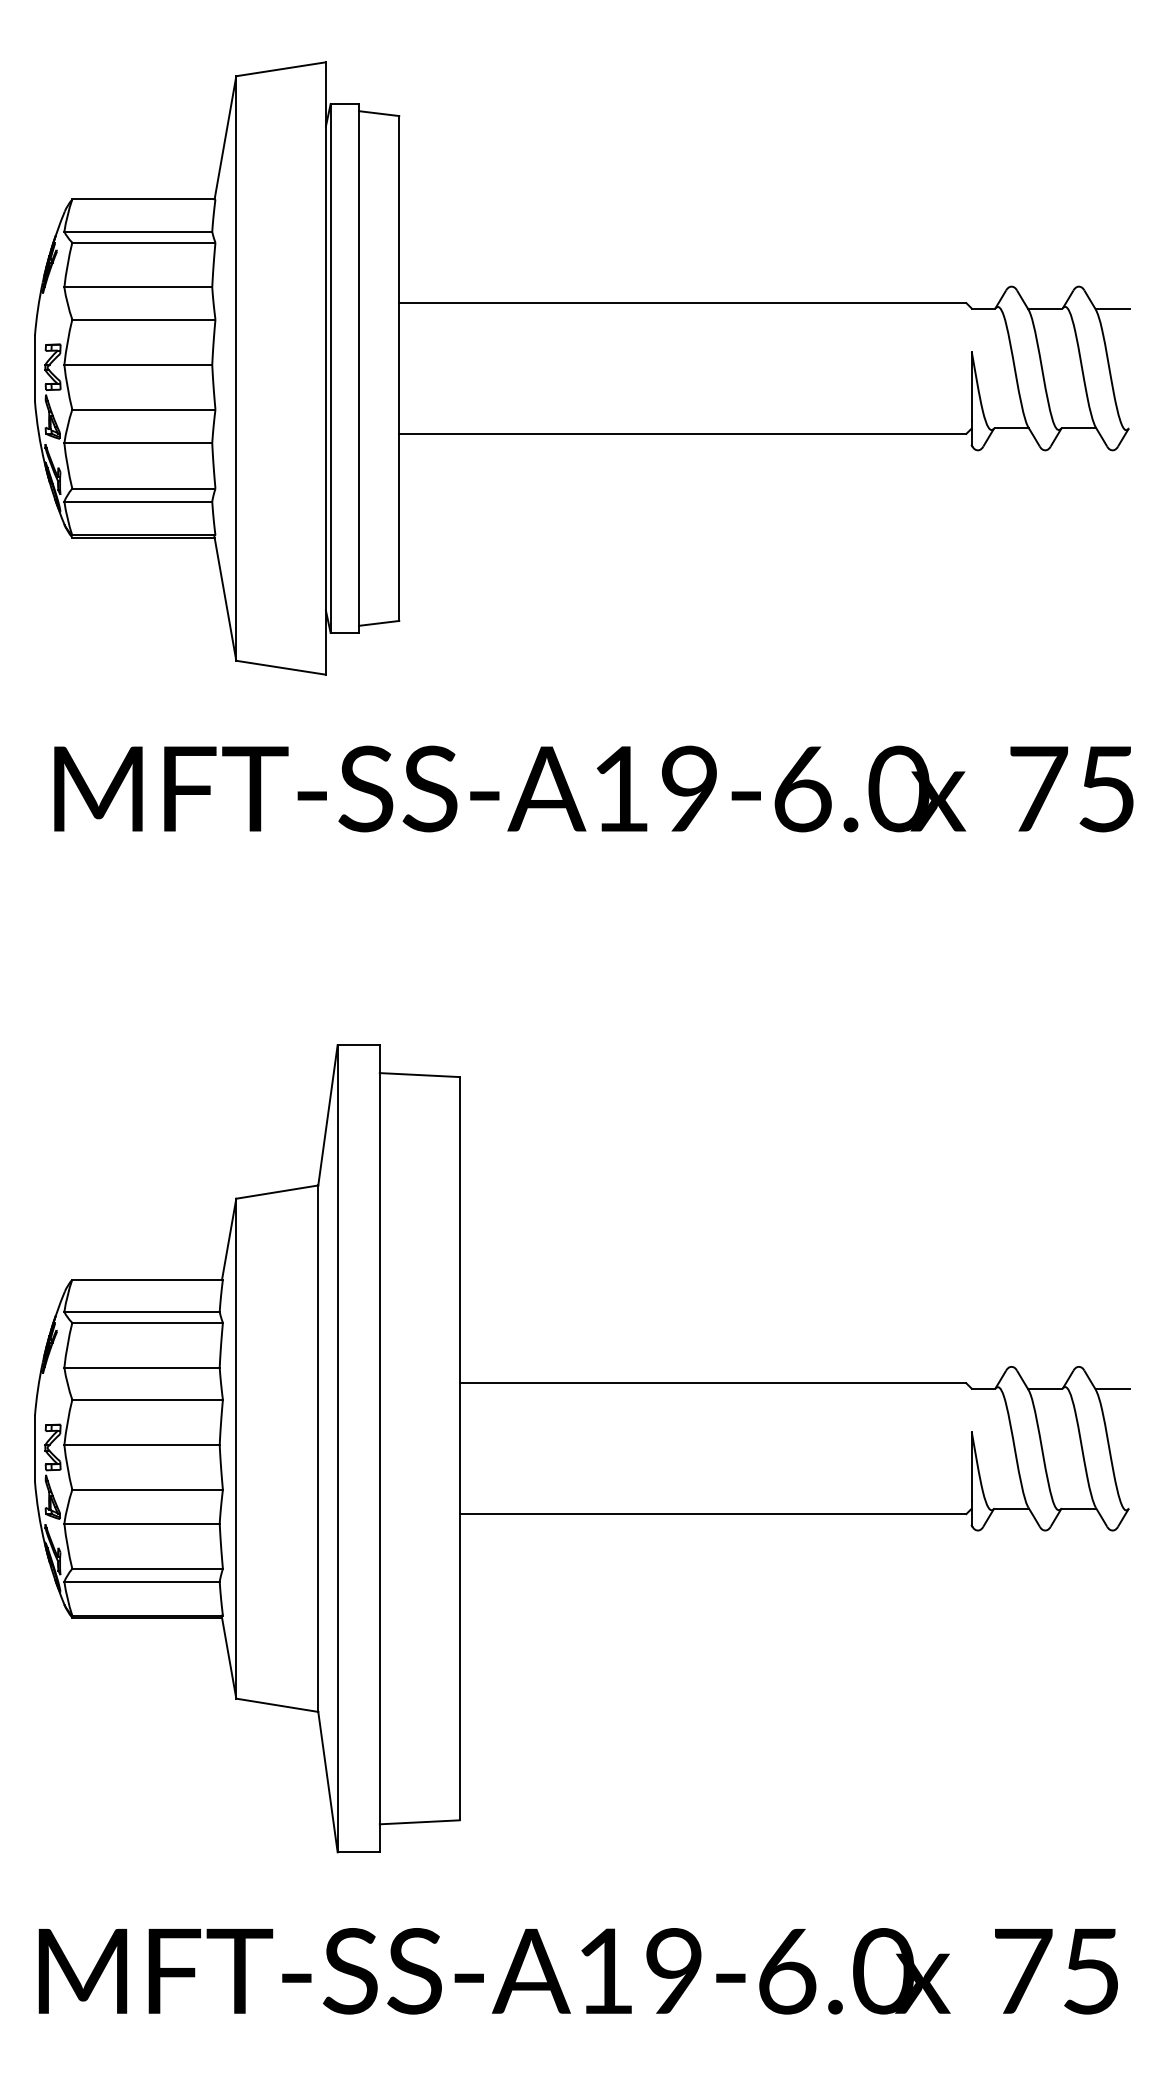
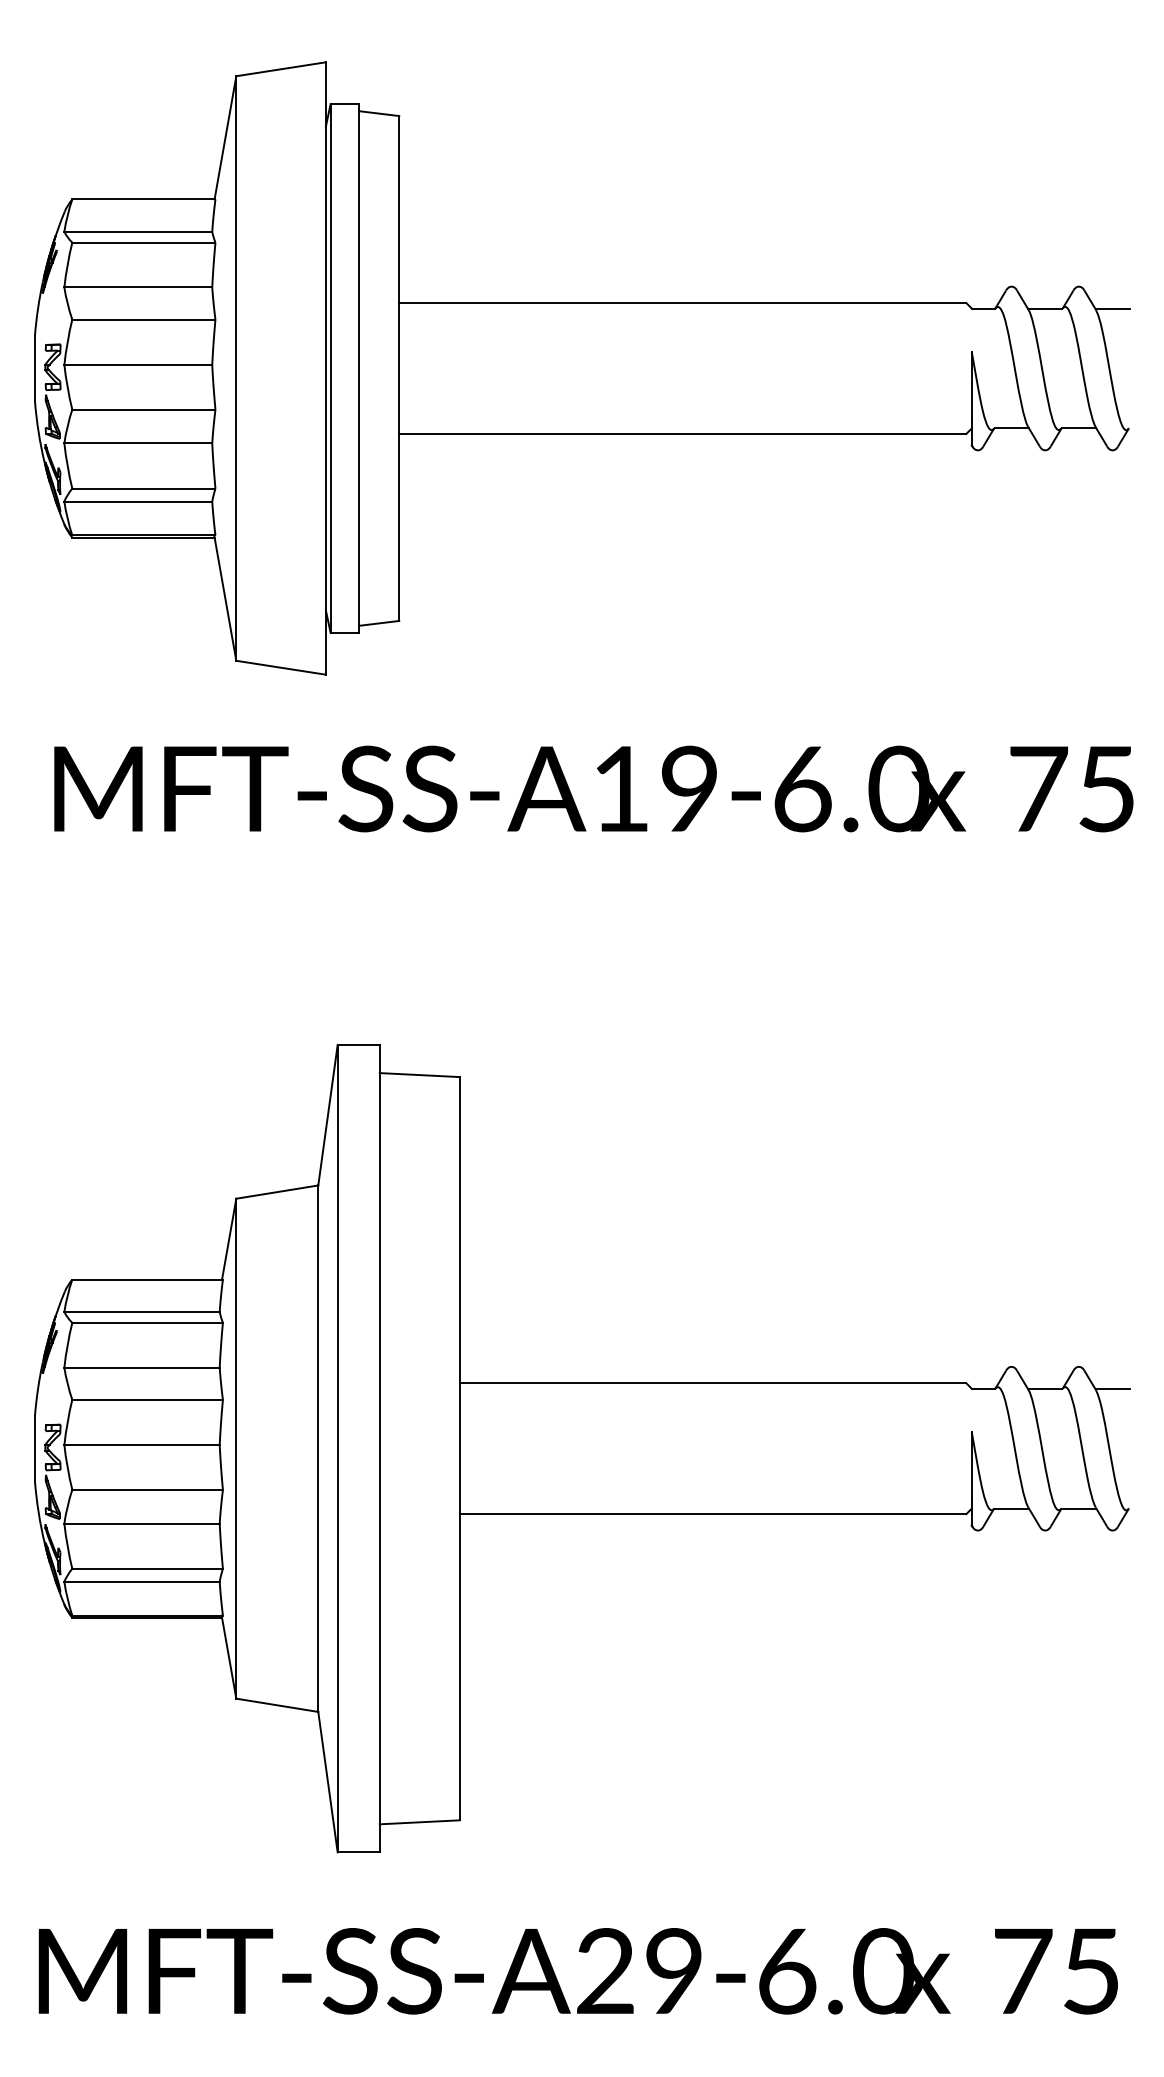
text at (605, 1970): MFT-SS-A19-6.0 -> MFT-SS-A29-6.0
